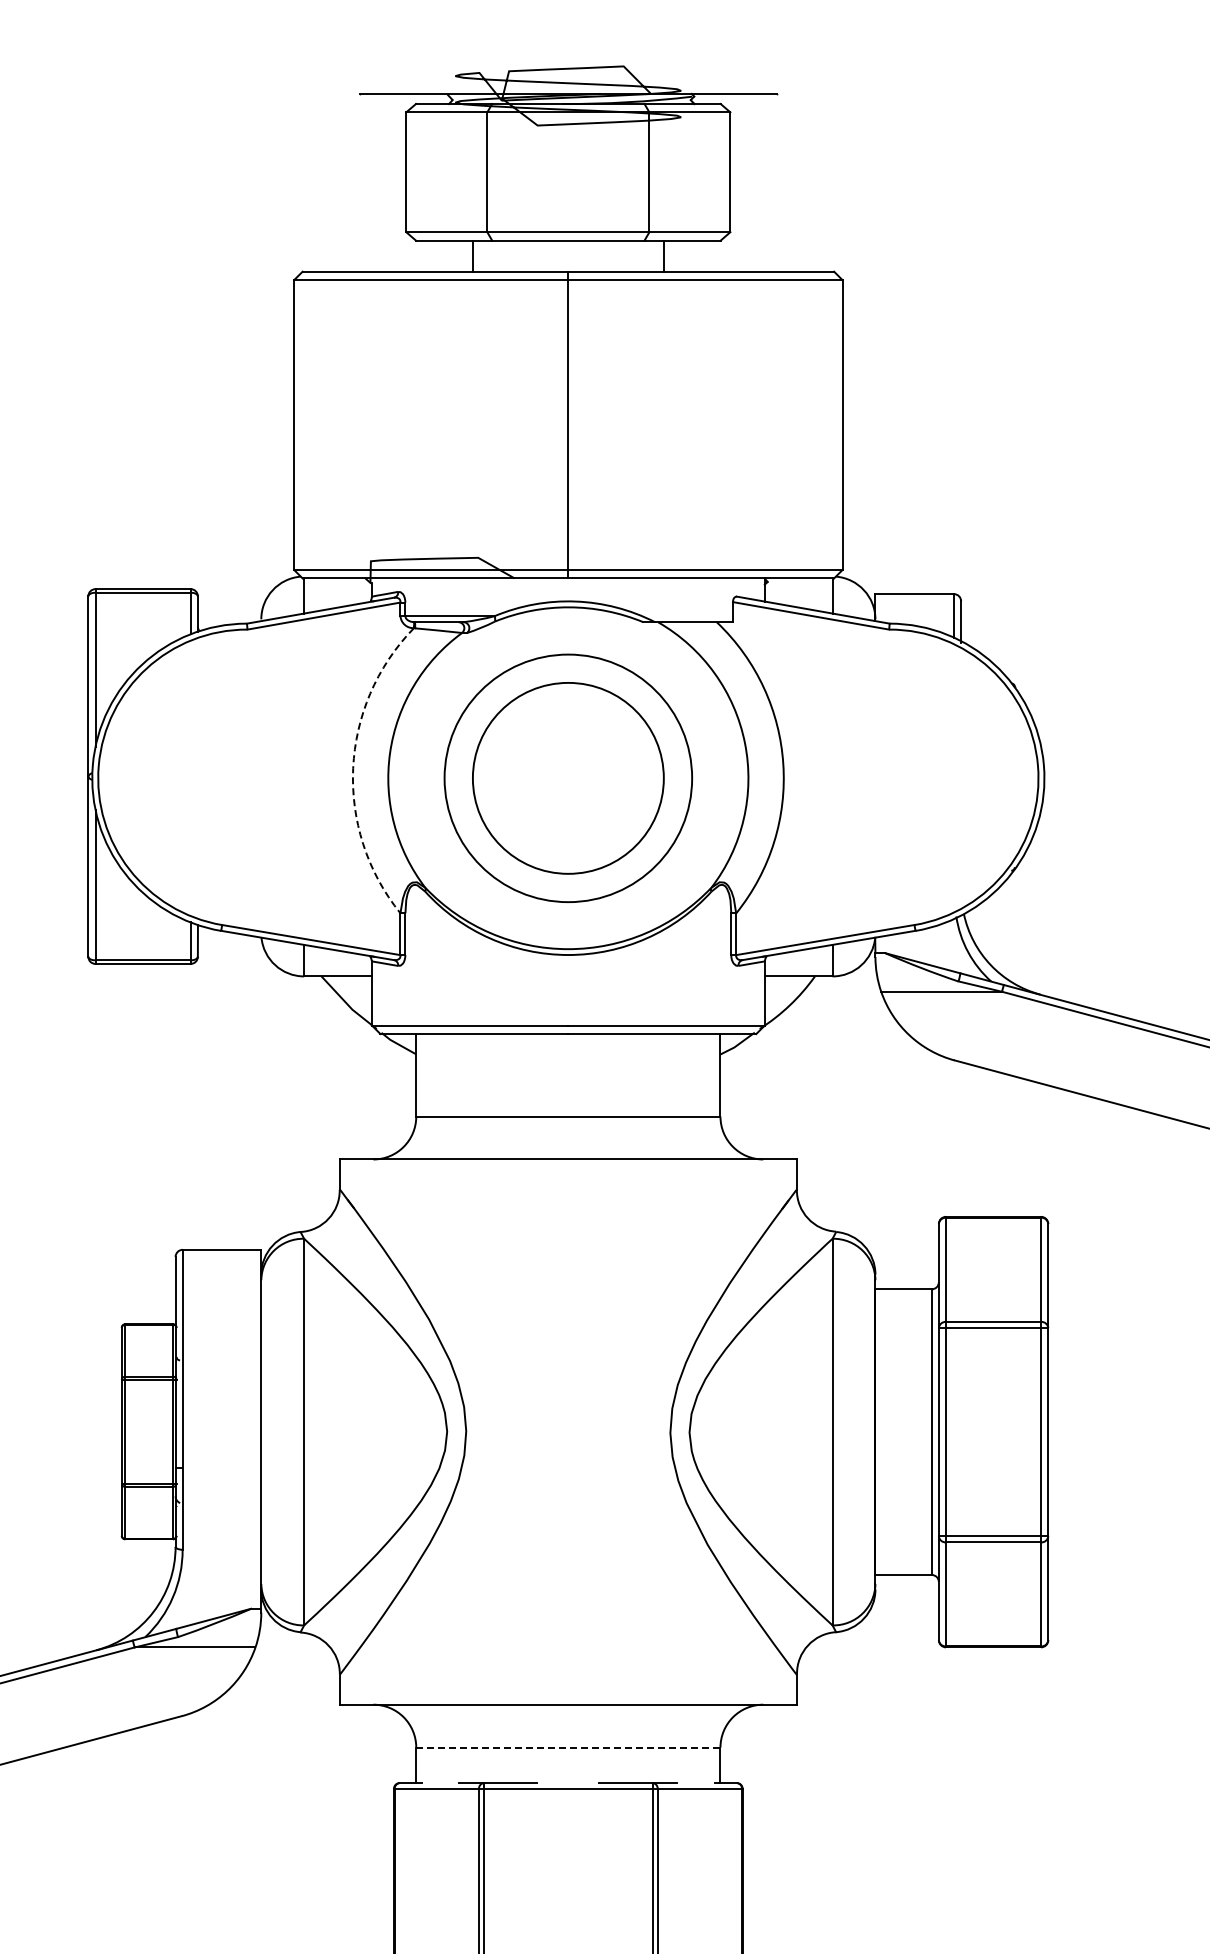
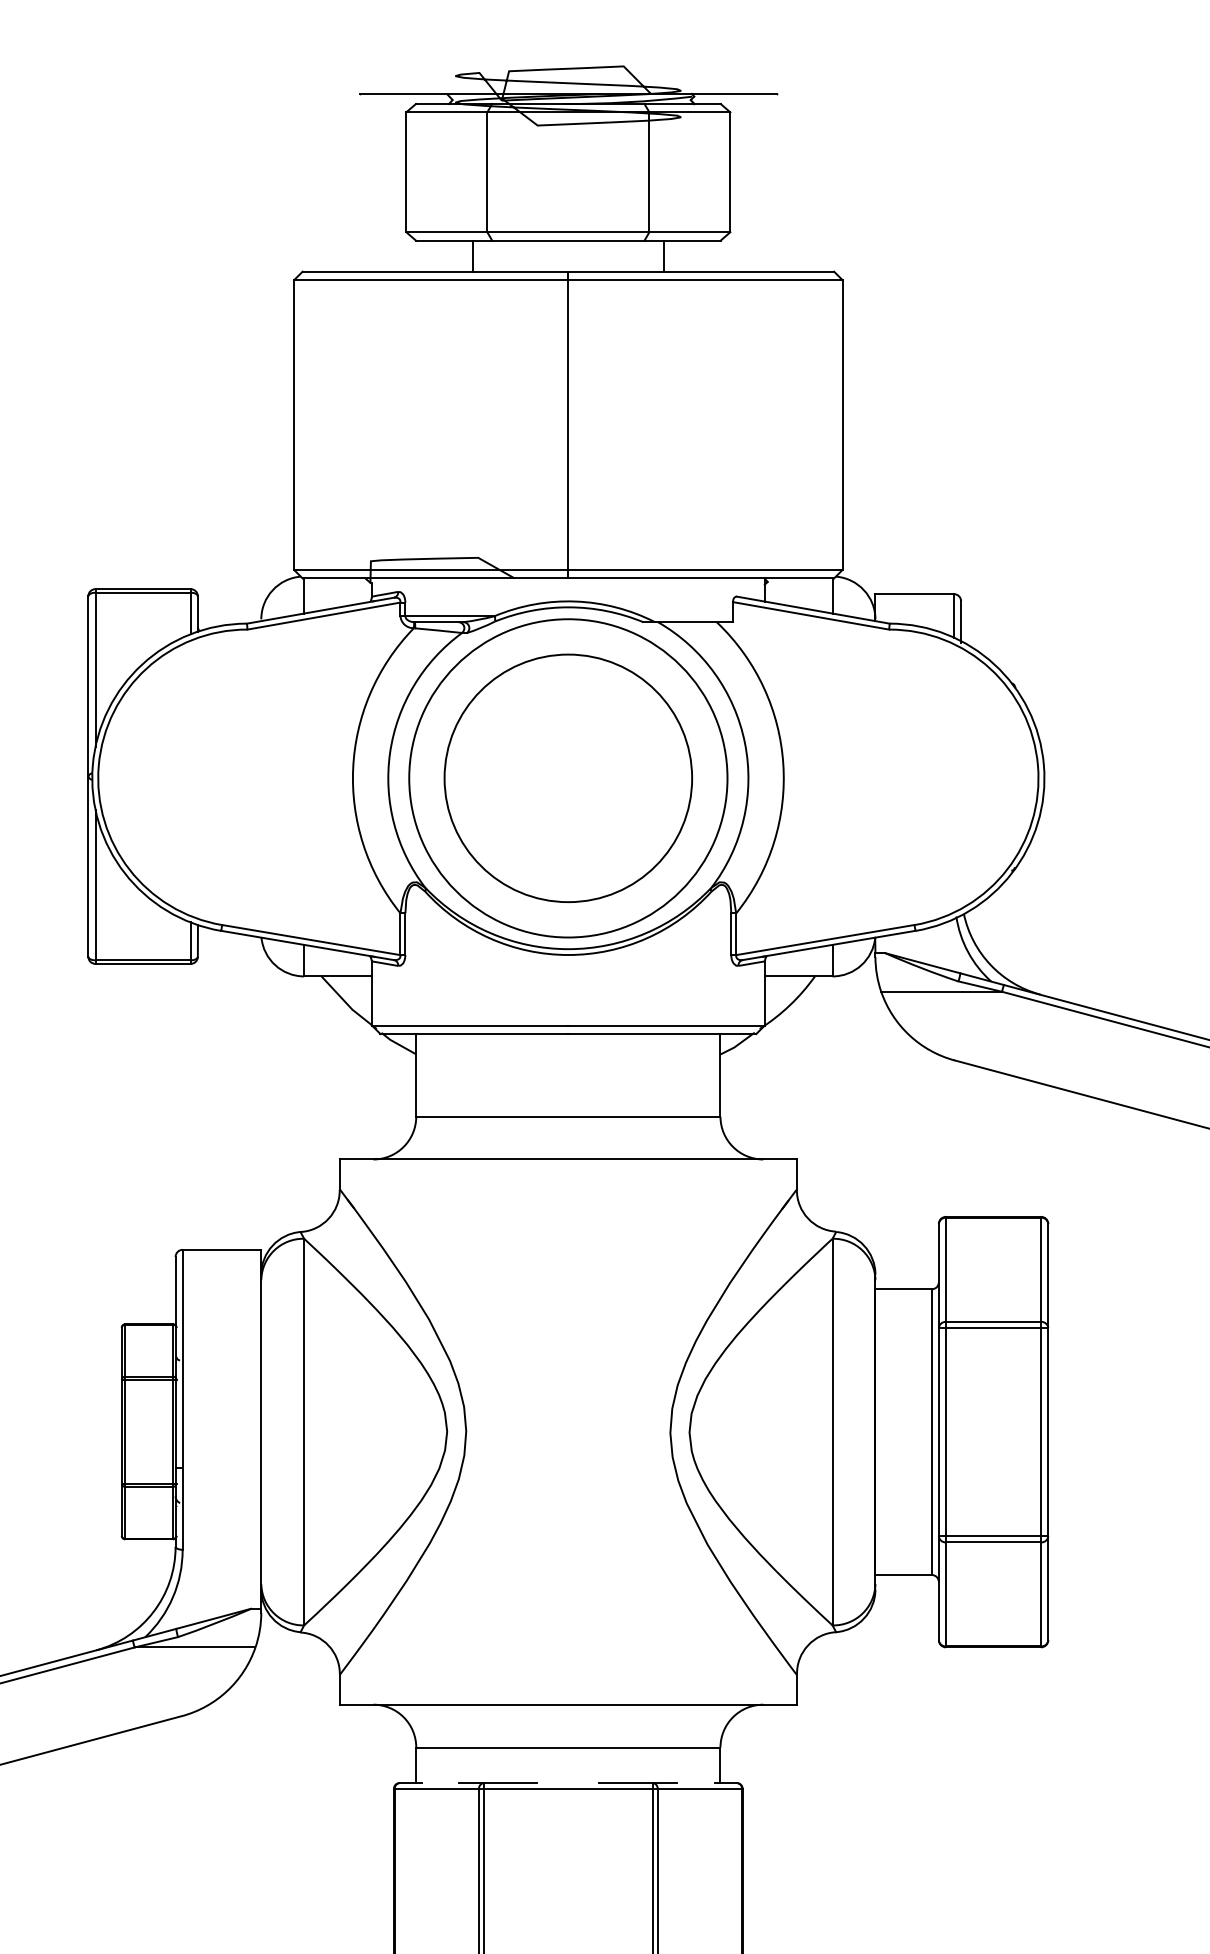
arc at (353, 768): dashed -> solid
circle at (567, 777) diameter: 191 px -> 318 px
line at (567, 1747): dashed -> solid
